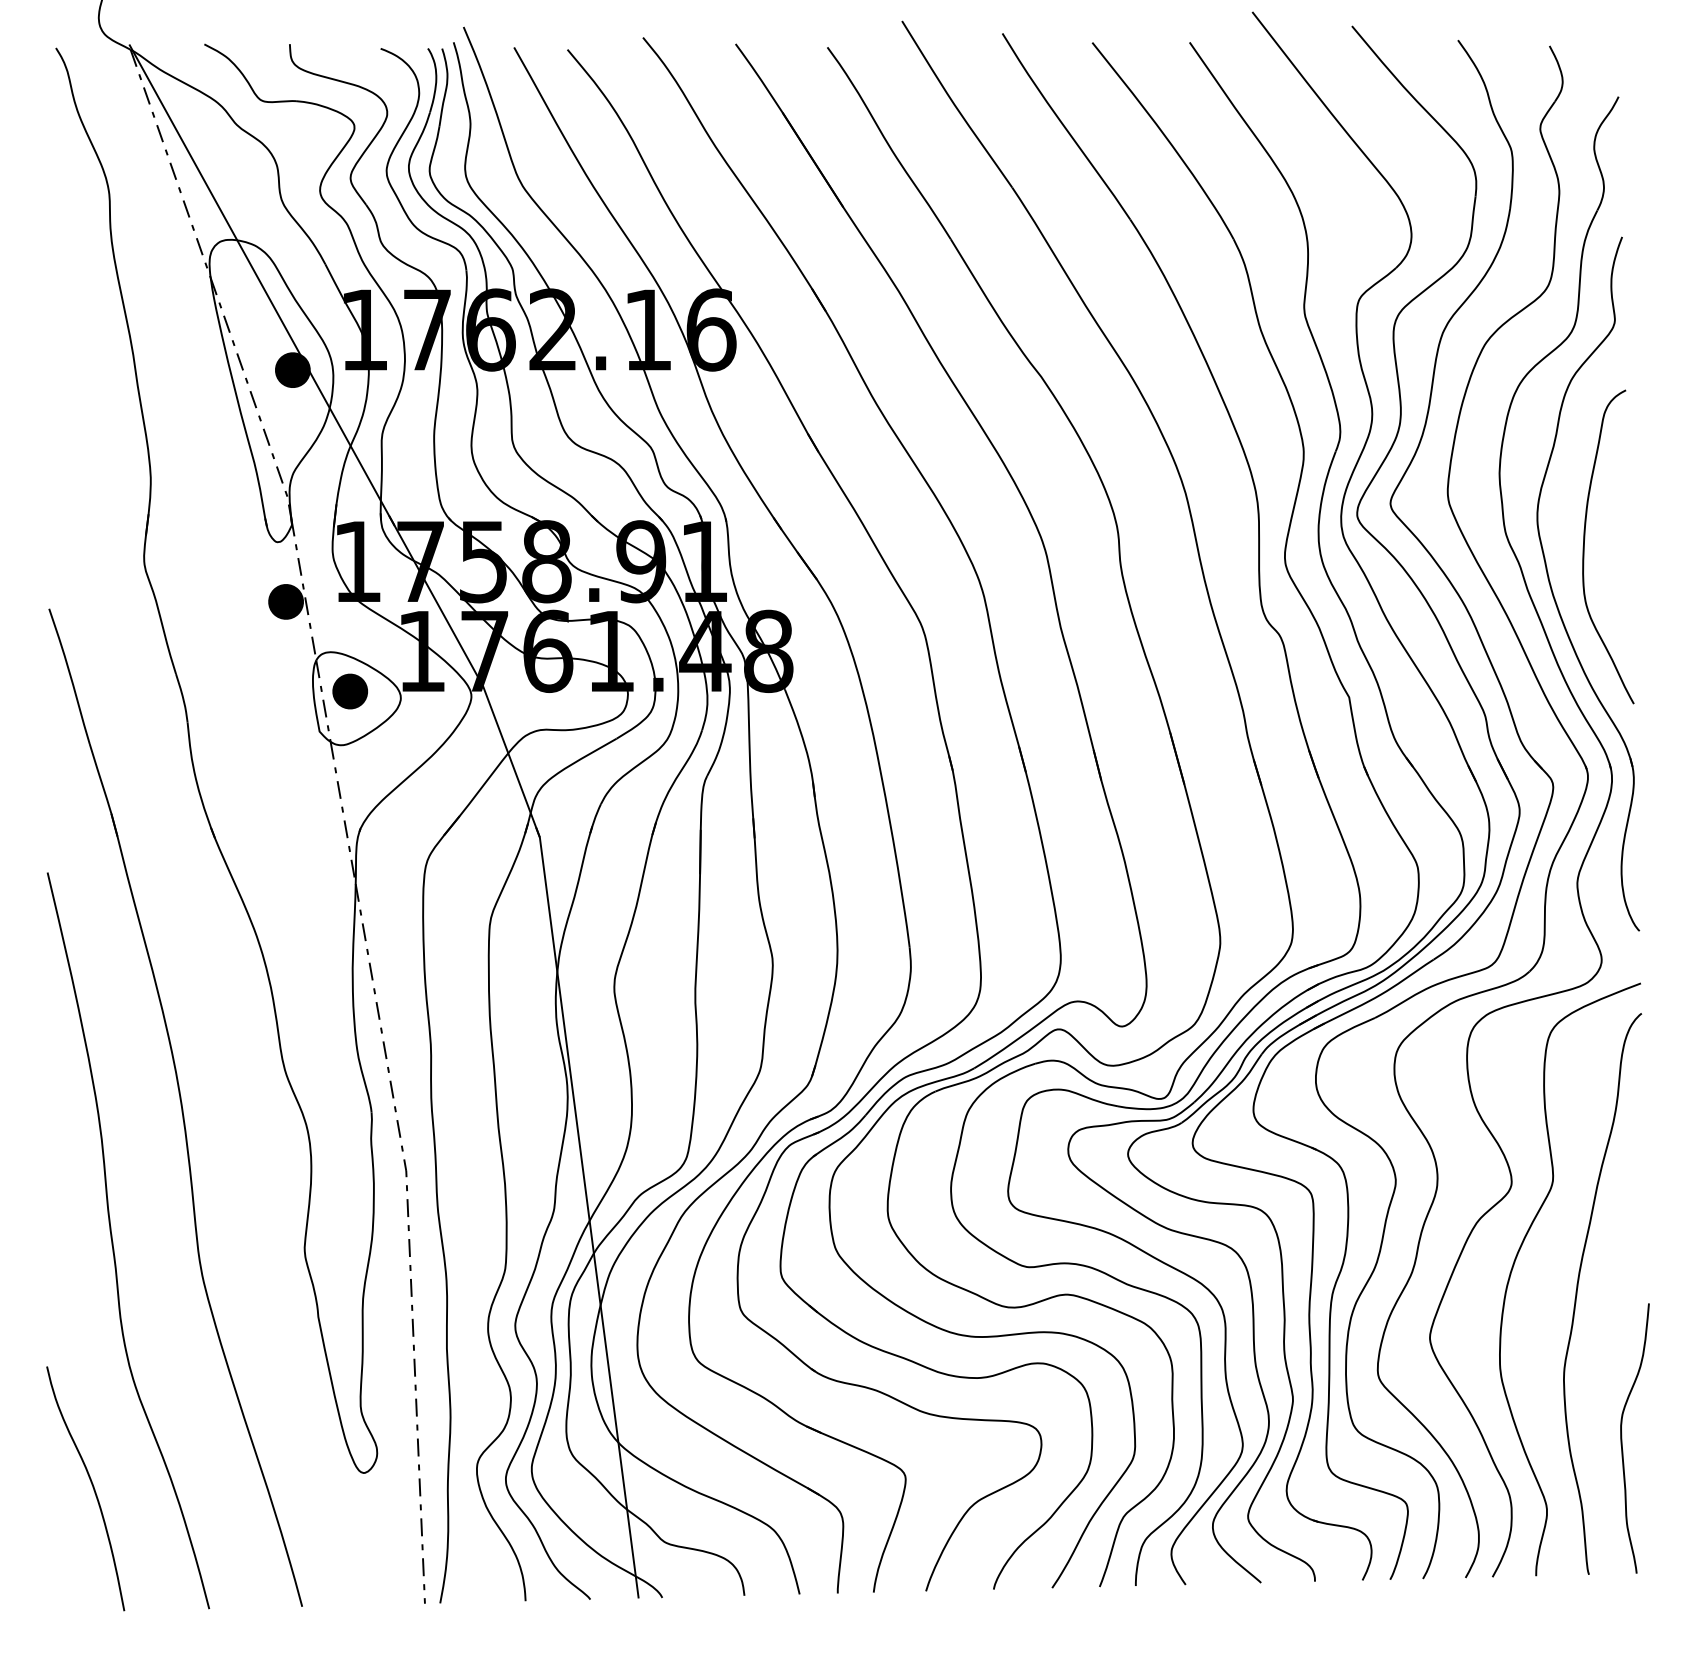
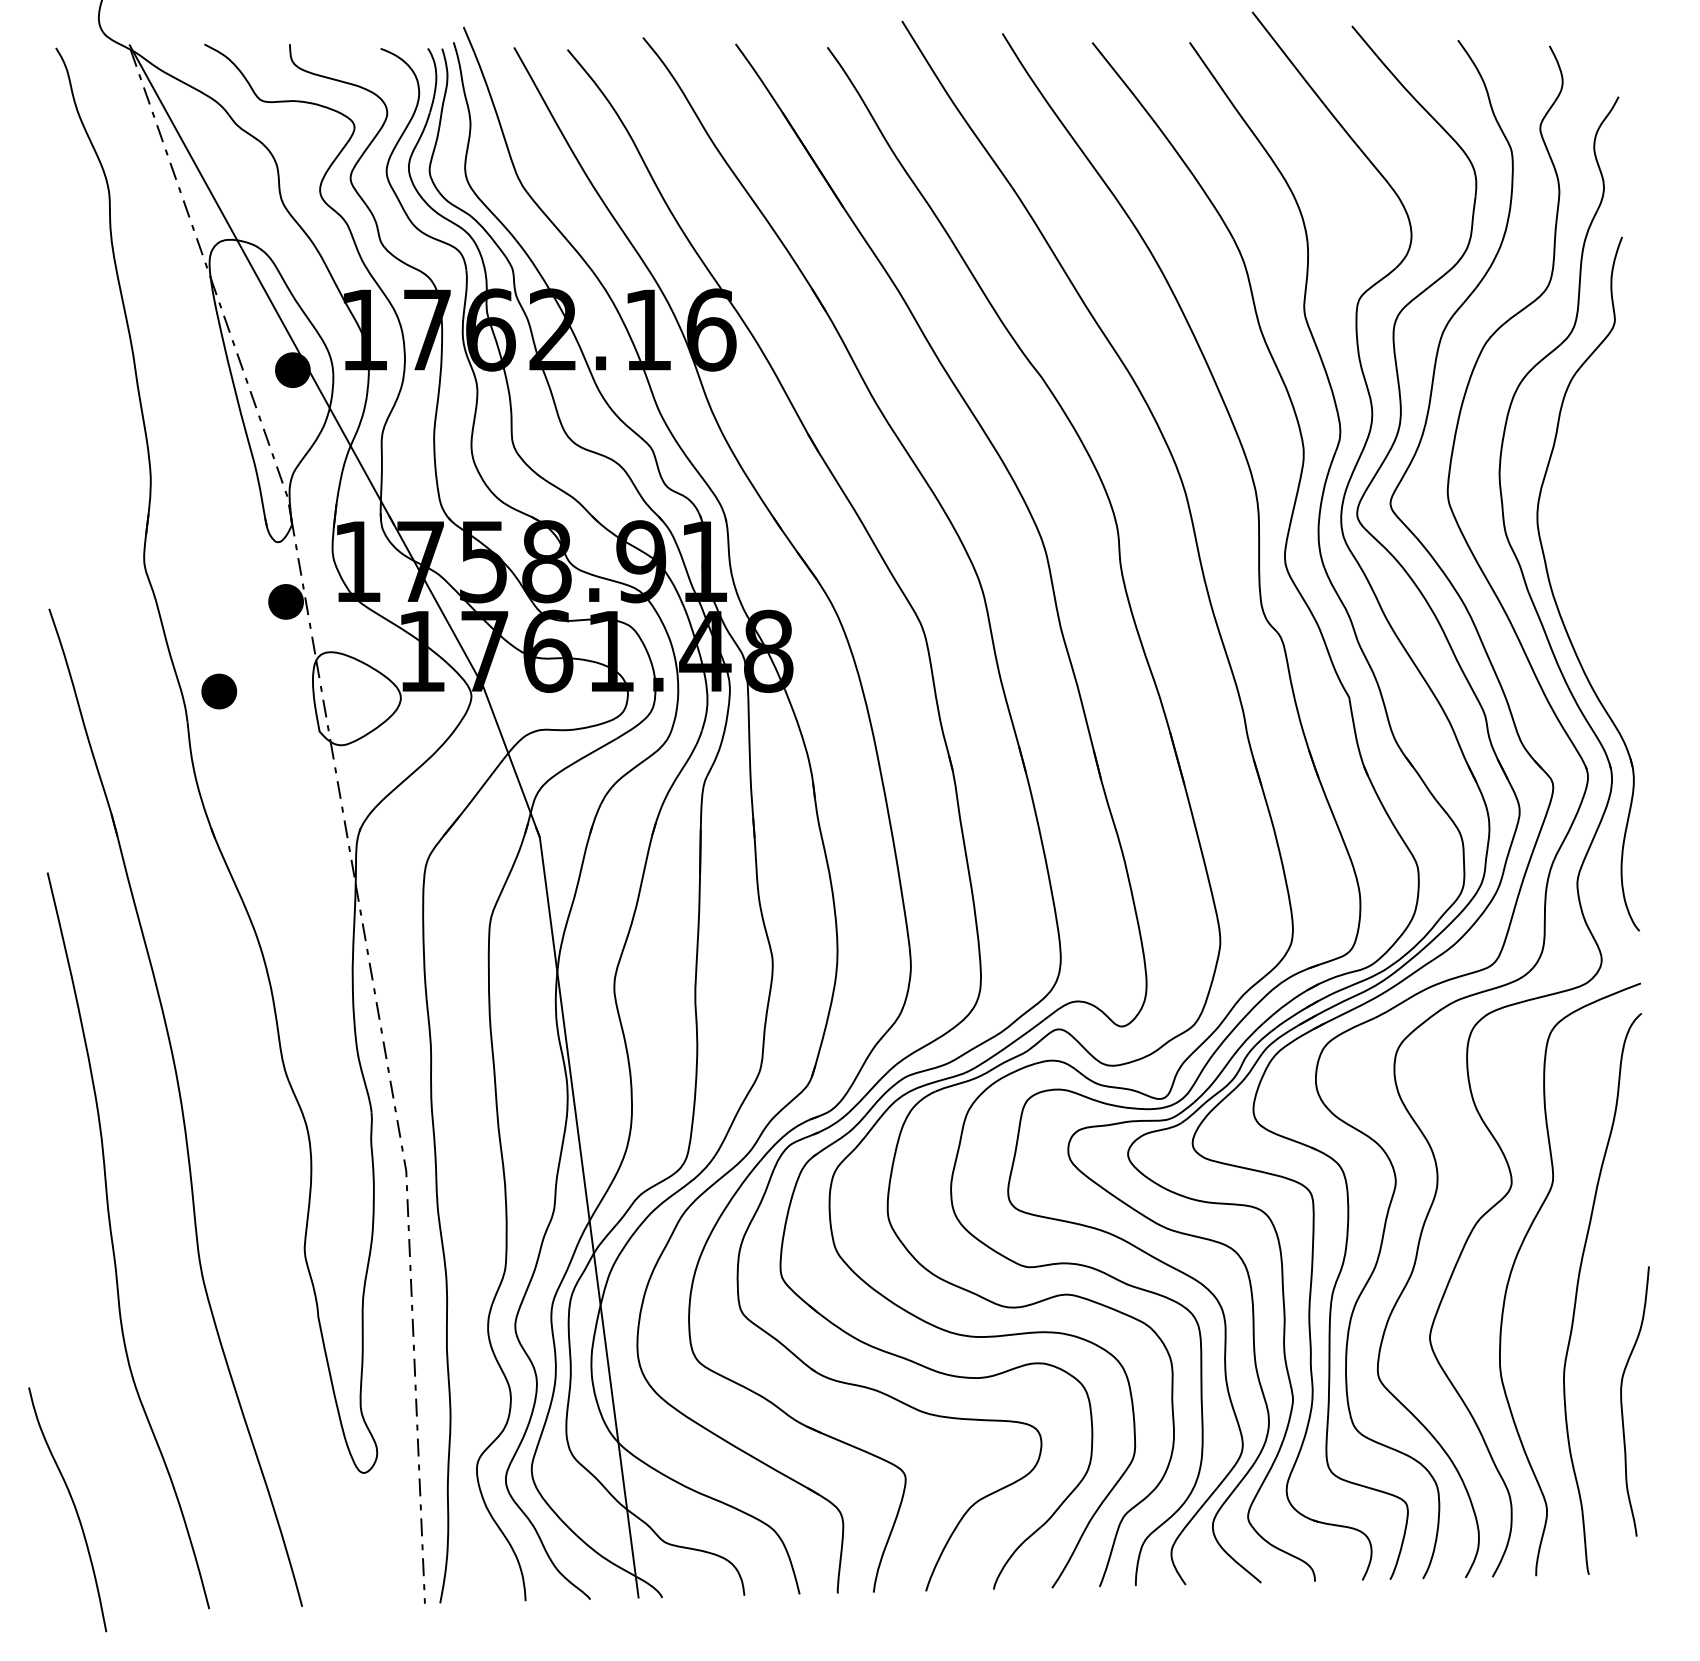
curve at (1584, 546): present -> none
part at (349, 691) position: (349, 691) -> (218, 691)
curve at (1622, 1438) position: (1622, 1438) -> (1622, 1401)
curve at (92, 1487) position: (92, 1487) -> (74, 1508)
